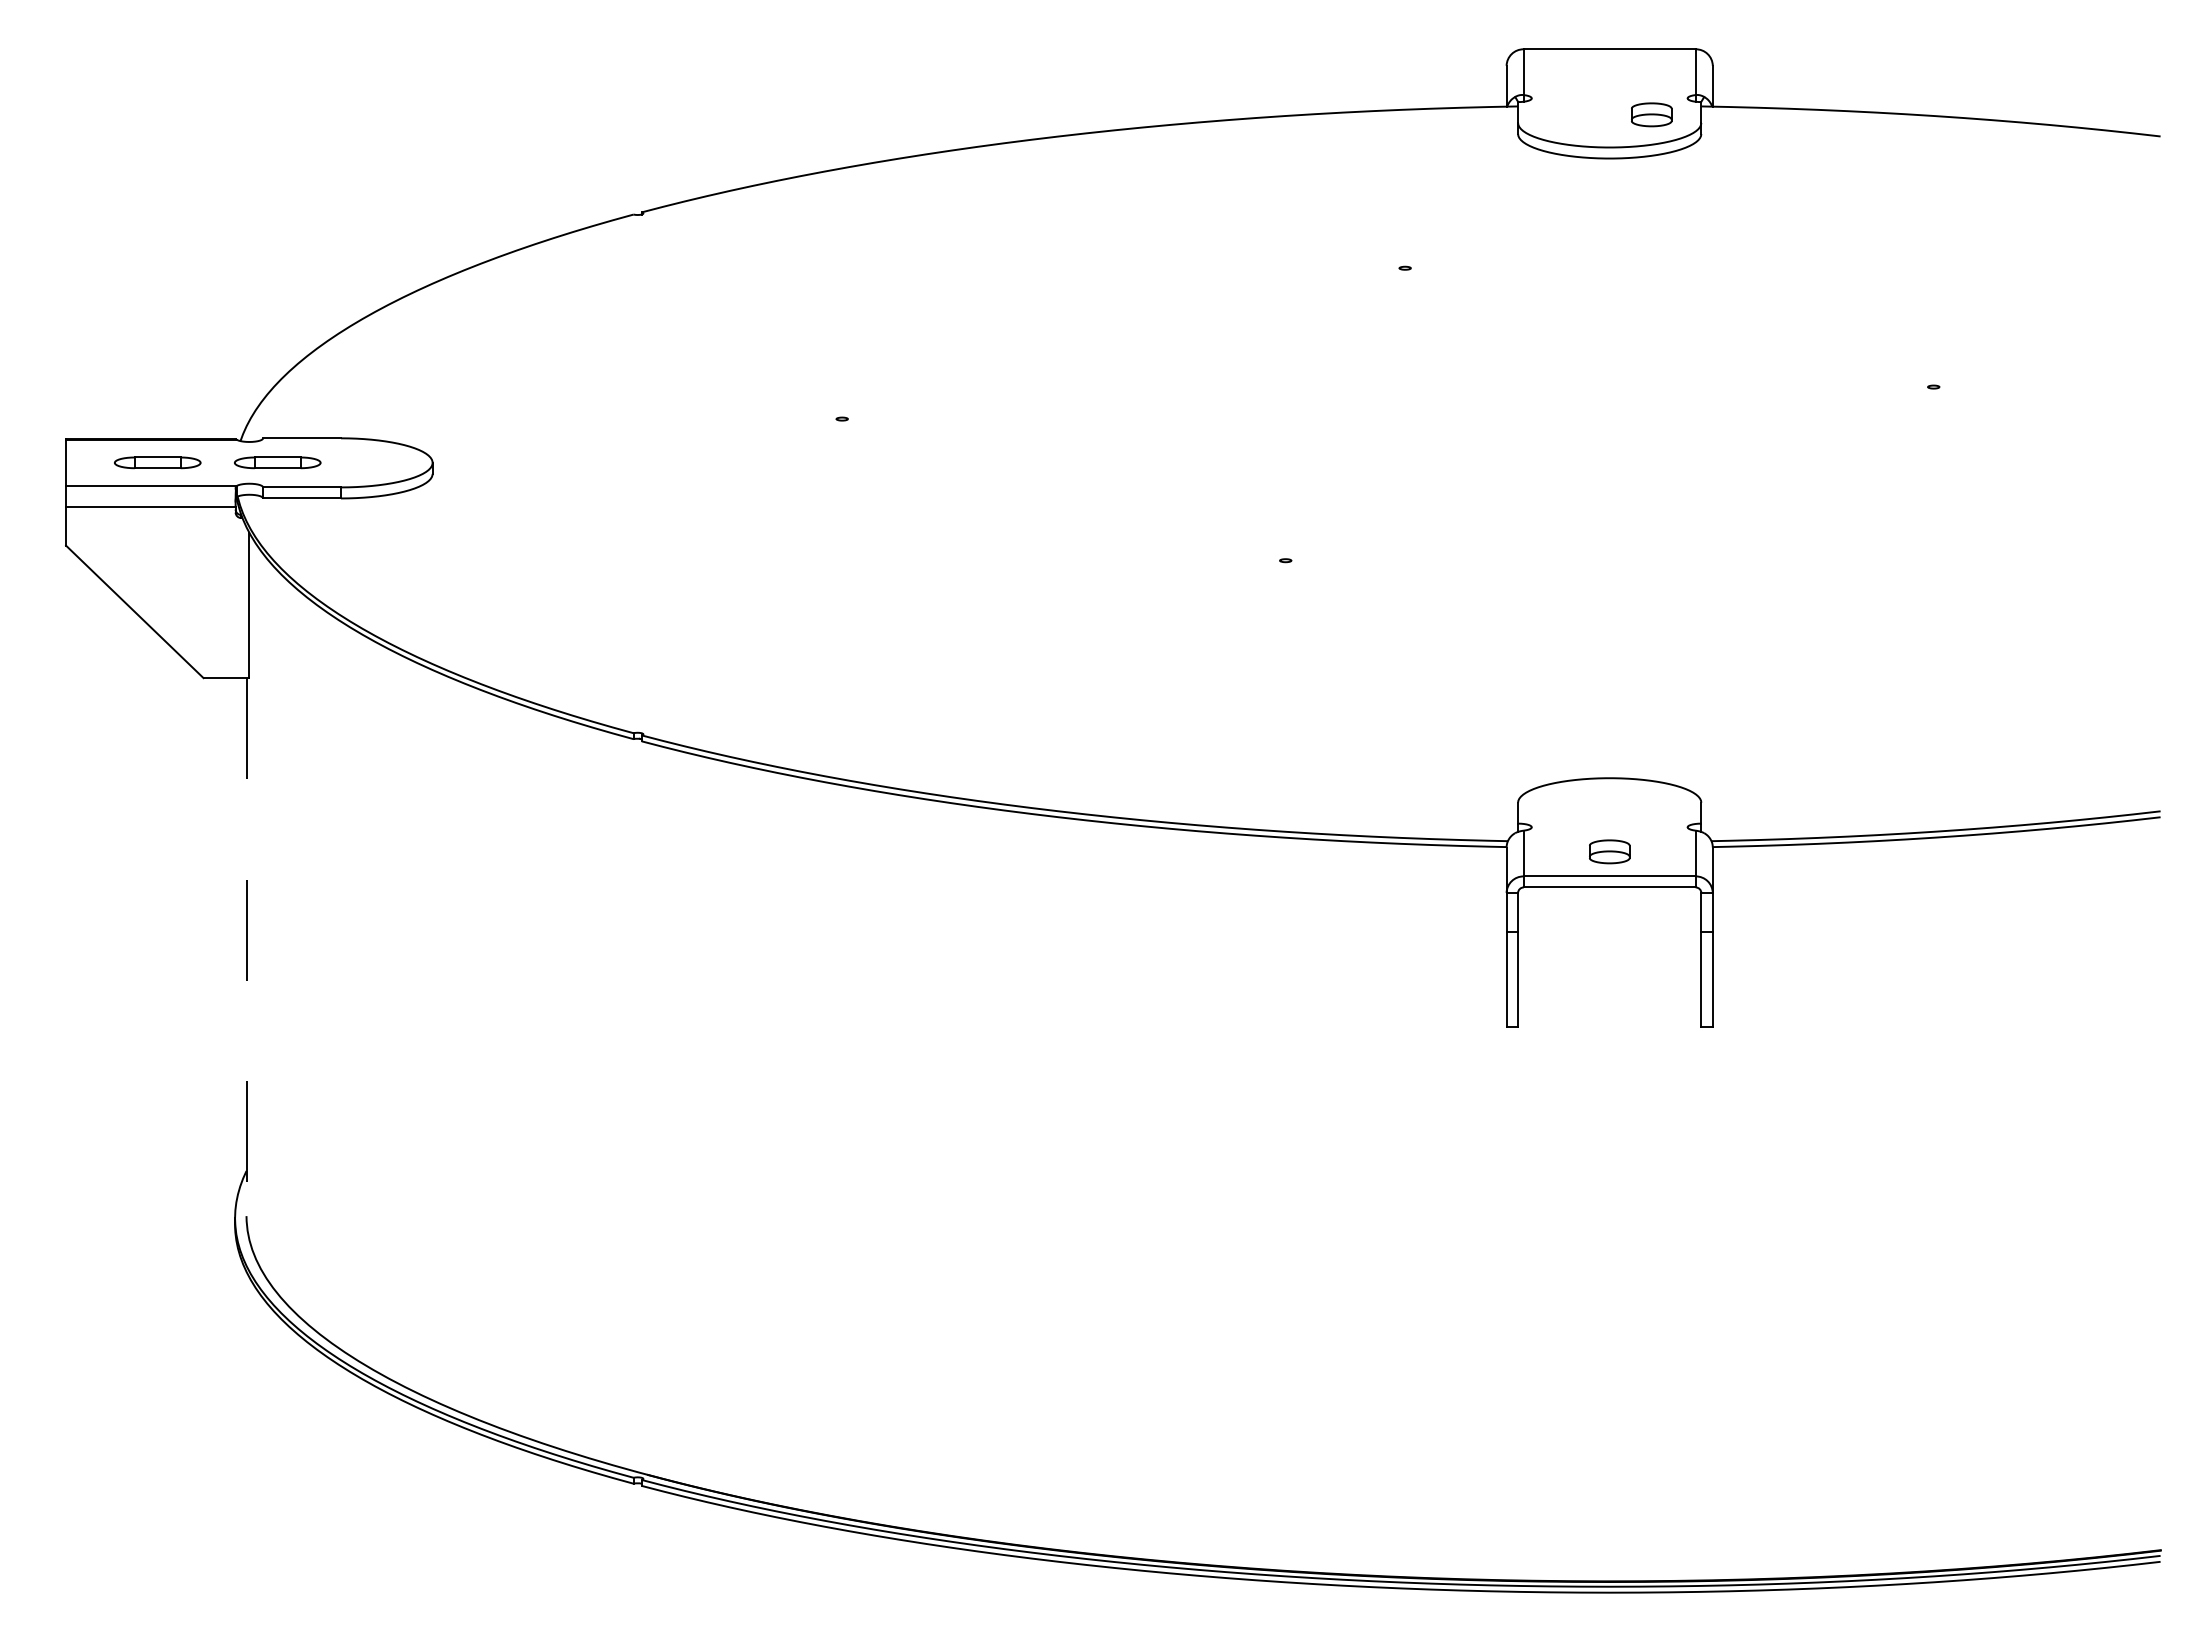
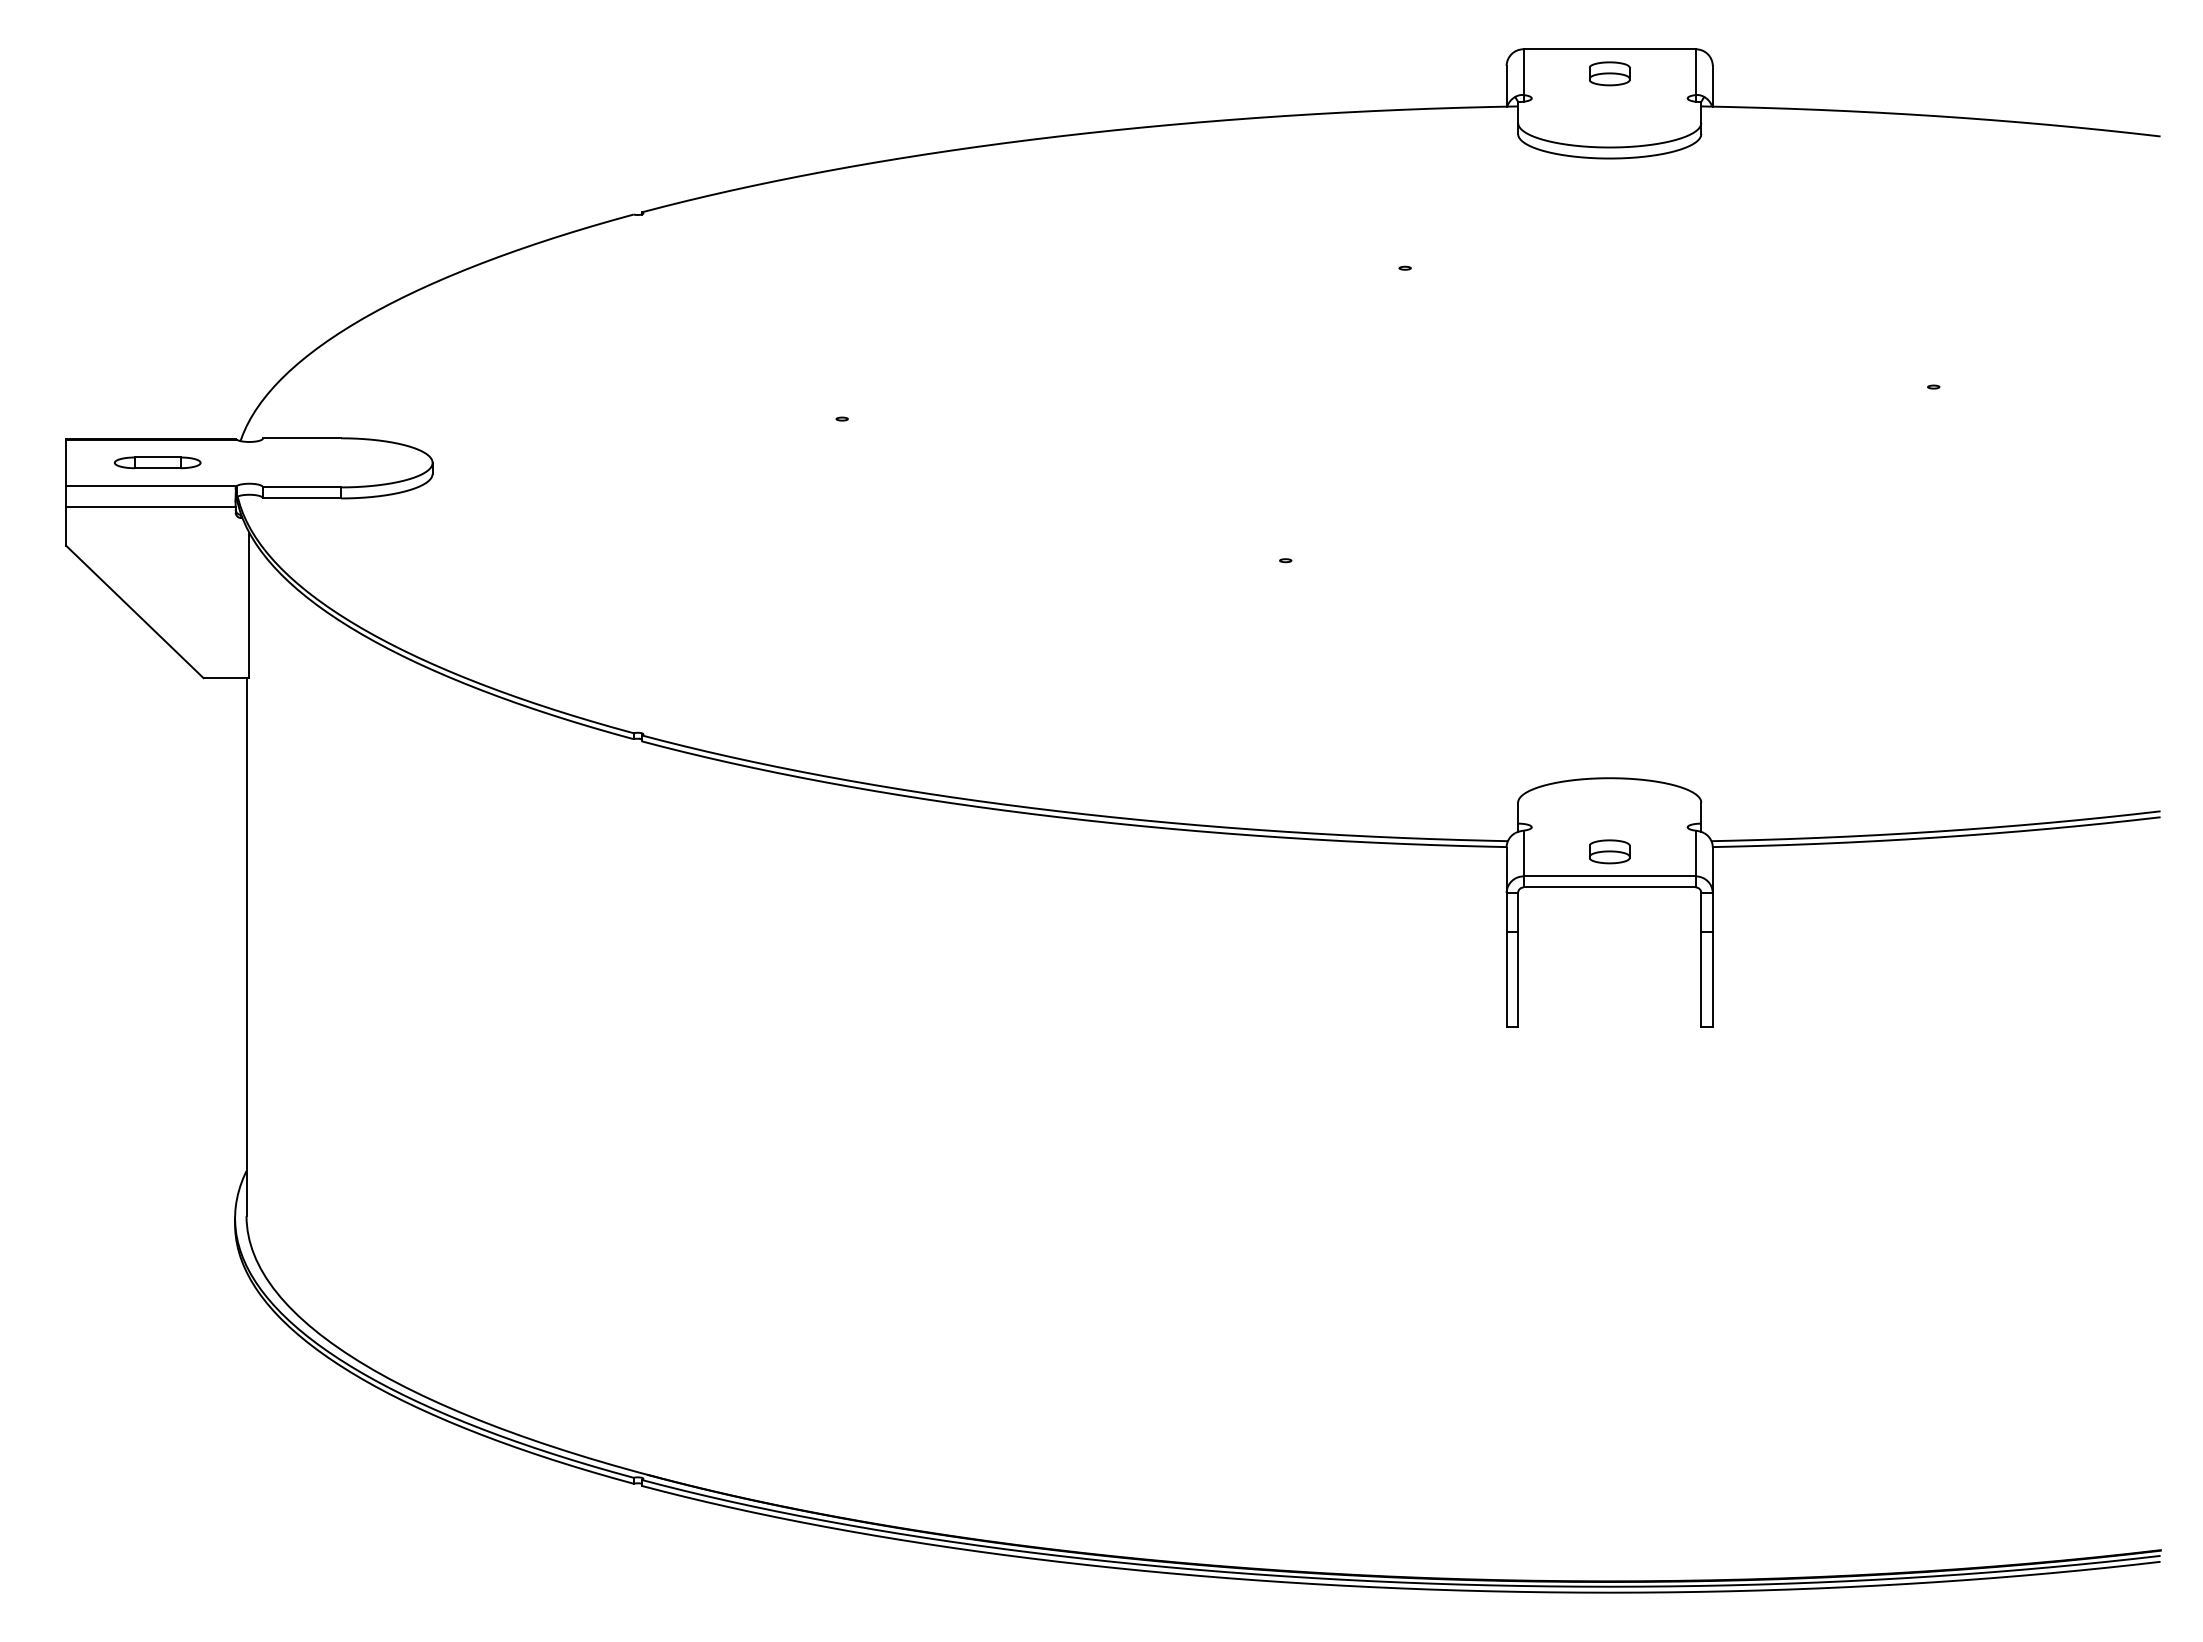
part at (1651, 114) position: (1651, 114) -> (1609, 73)
part at (277, 462): present -> none
line at (246, 947): dashed -> solid
